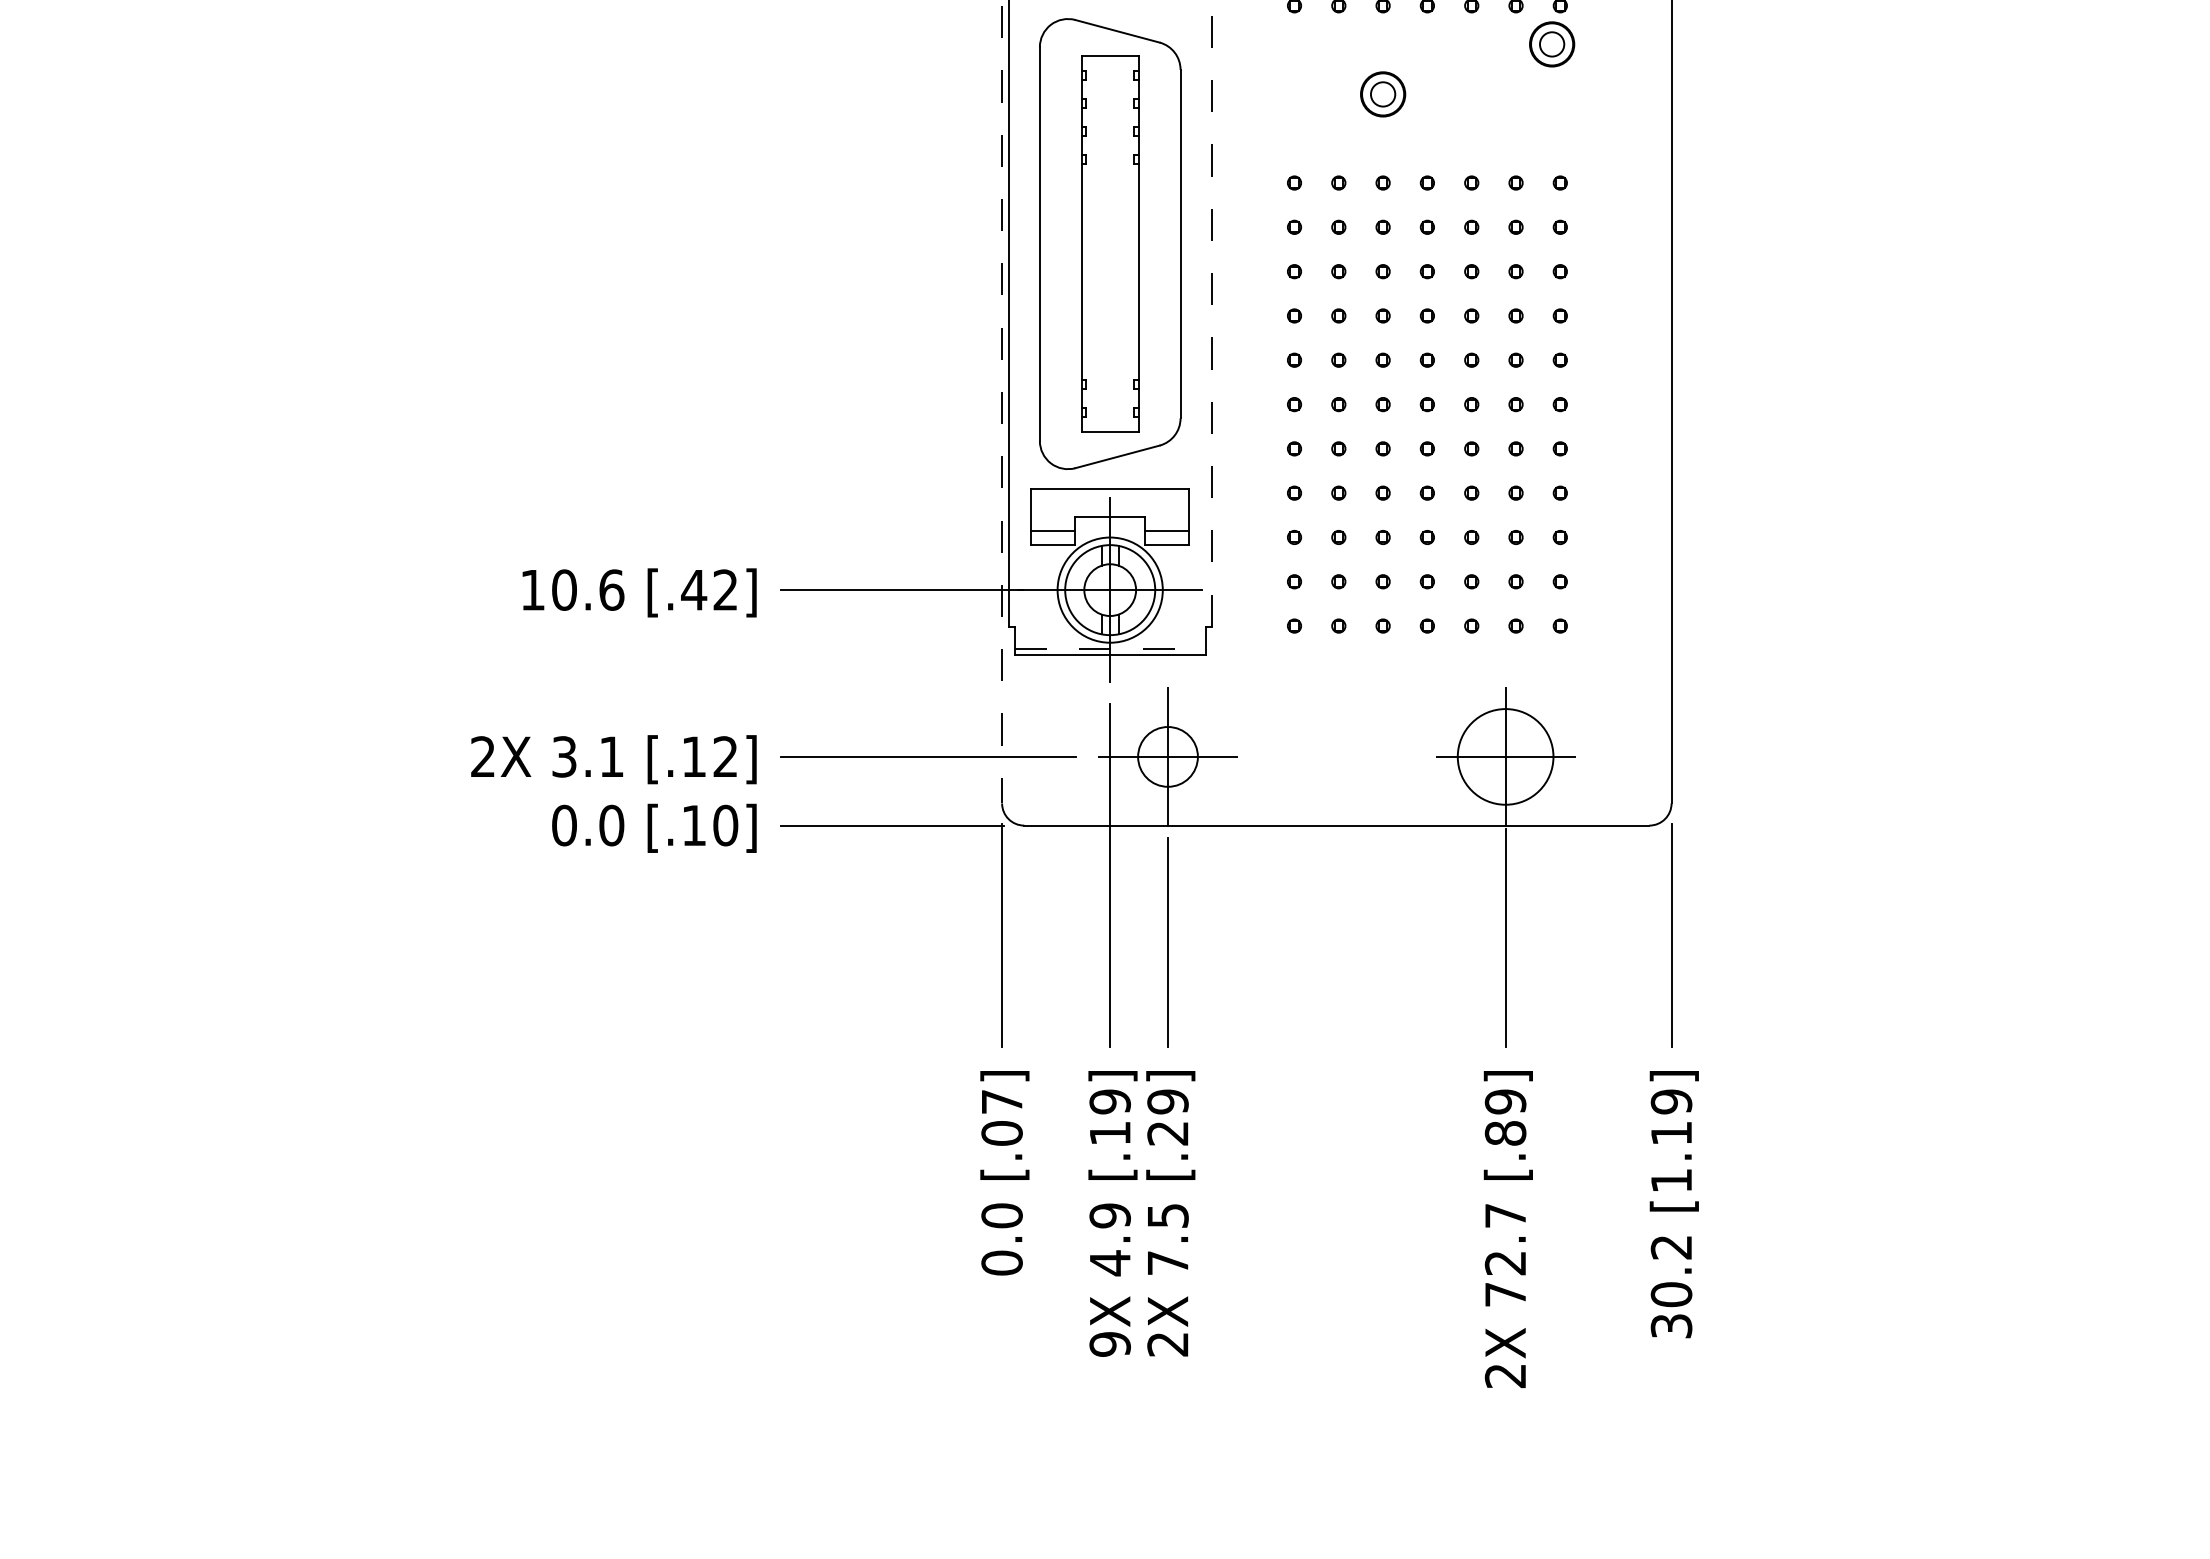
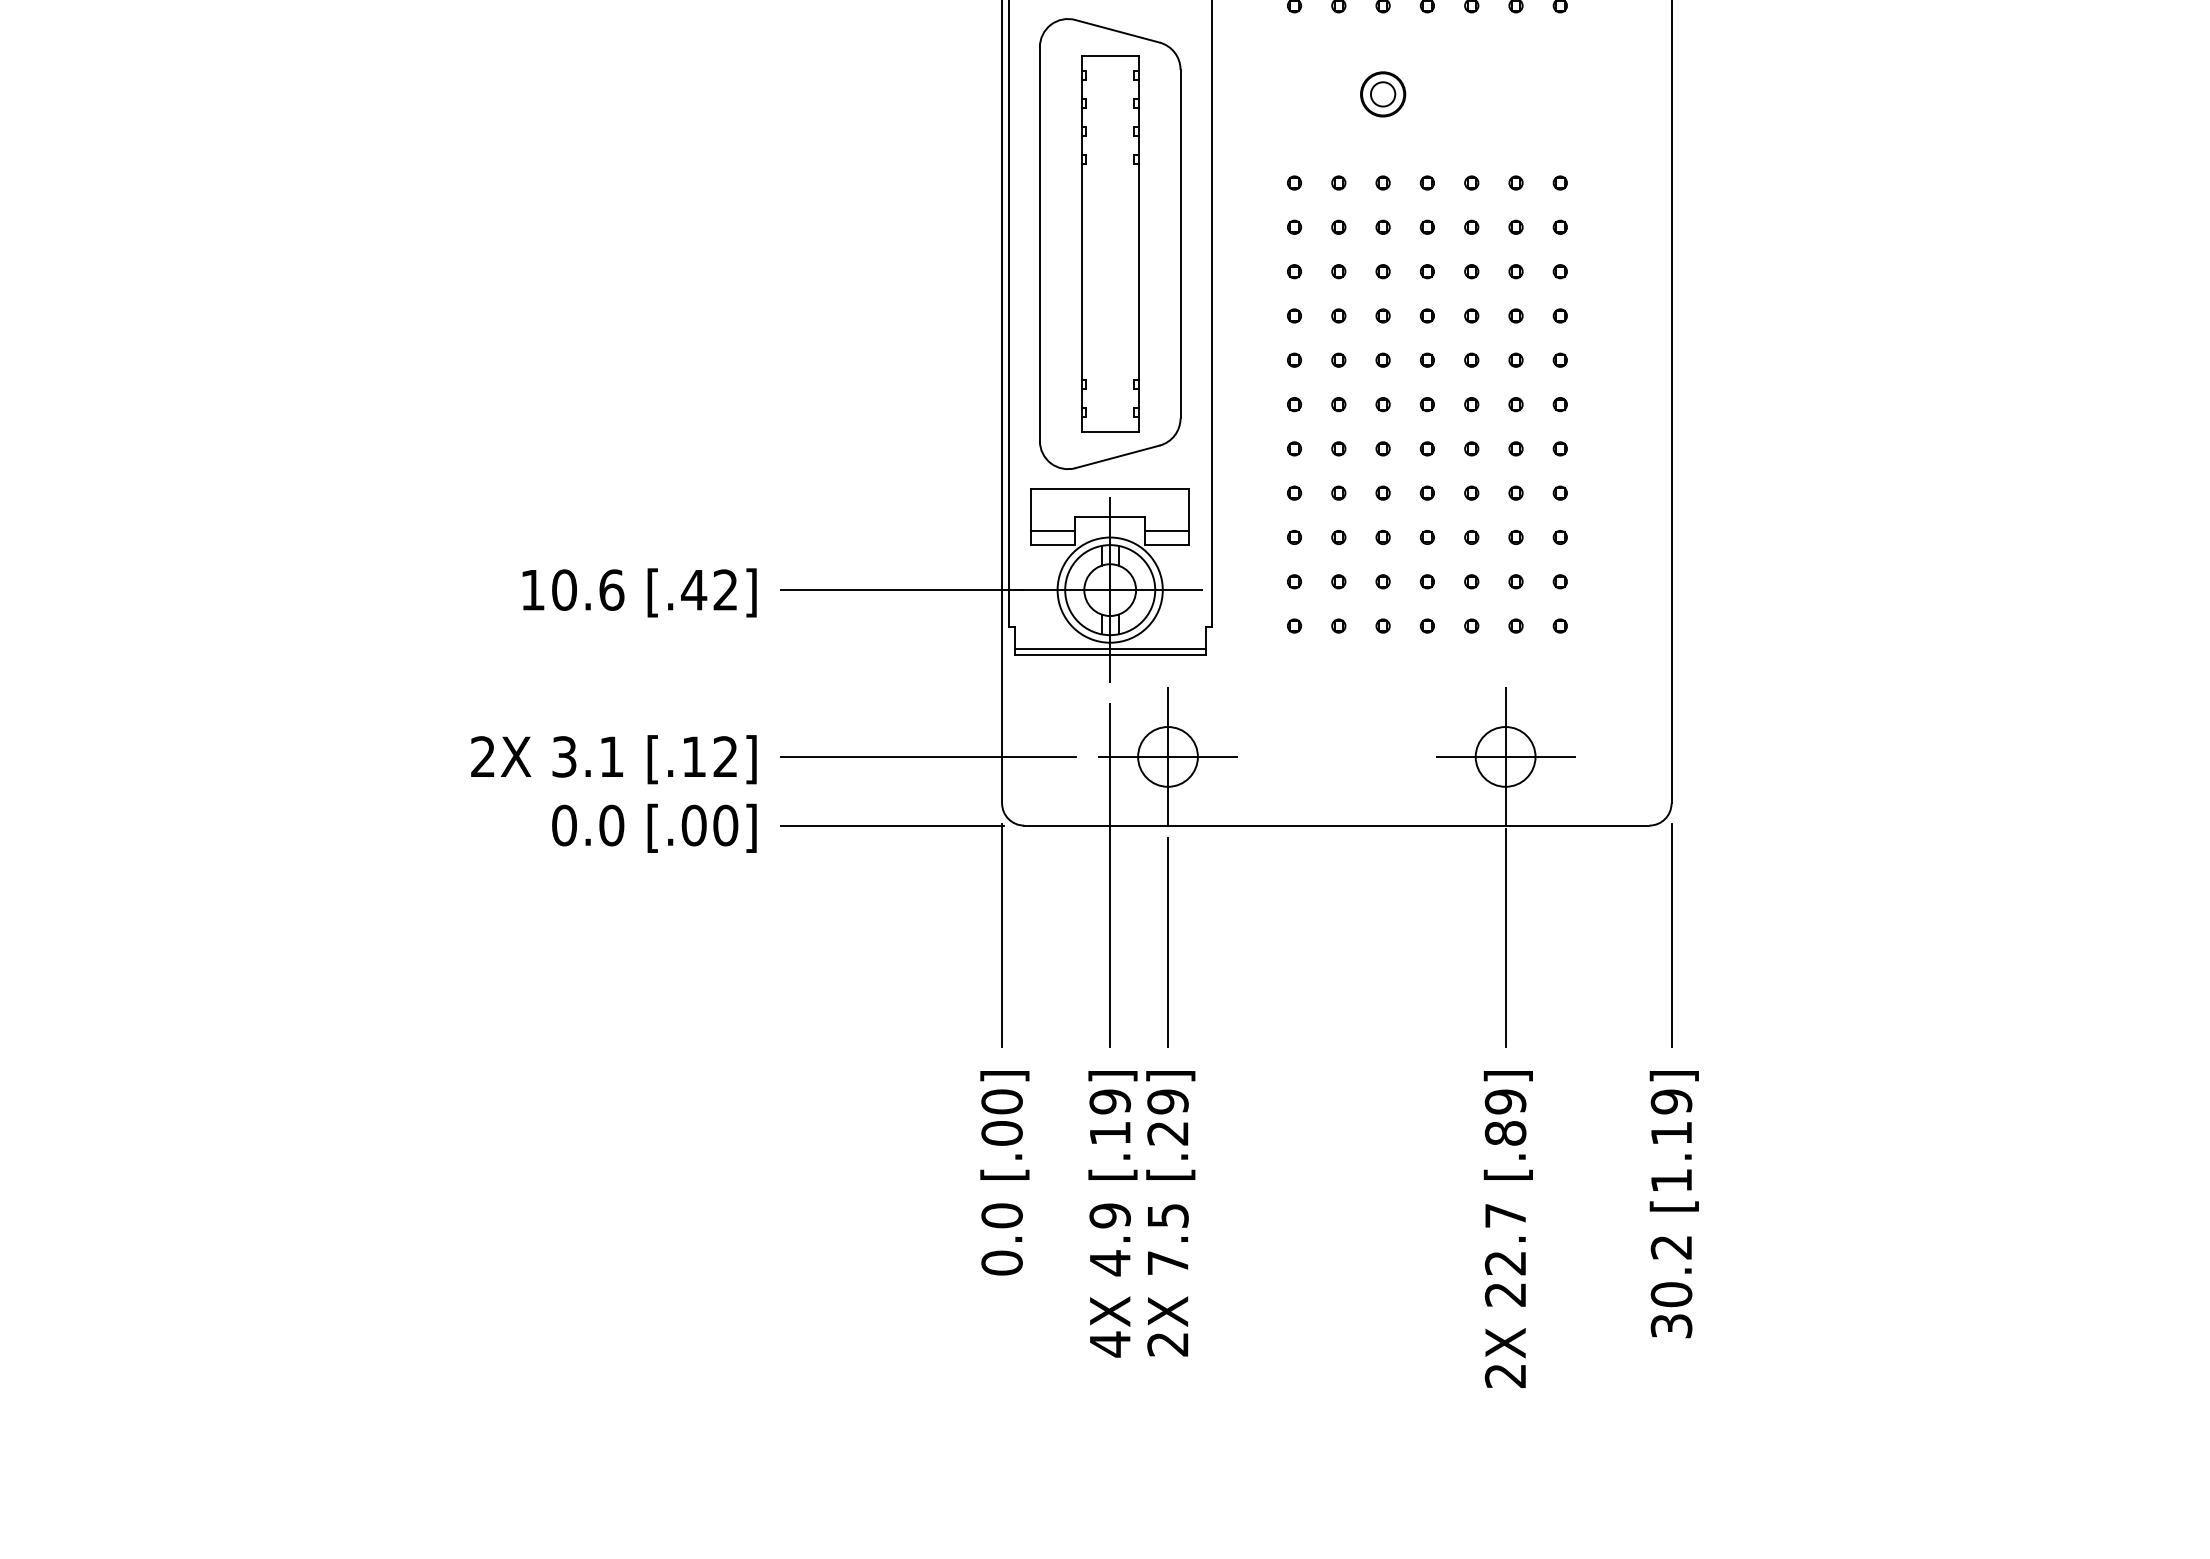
part at (1552, 44): present -> none
line at (1211, 313): dashed -> solid
line at (1002, 402): dashed -> solid
line at (1110, 649): dashed -> solid
circle at (1505, 756) diameter: 96 px -> 60 px
text at (693, 825): [.10] -> [.00]
text at (1001, 1101): [.07] -> [.00]
text at (1504, 1294): 72.7 -> 22.7
text at (1109, 1344): 9X -> 4X
